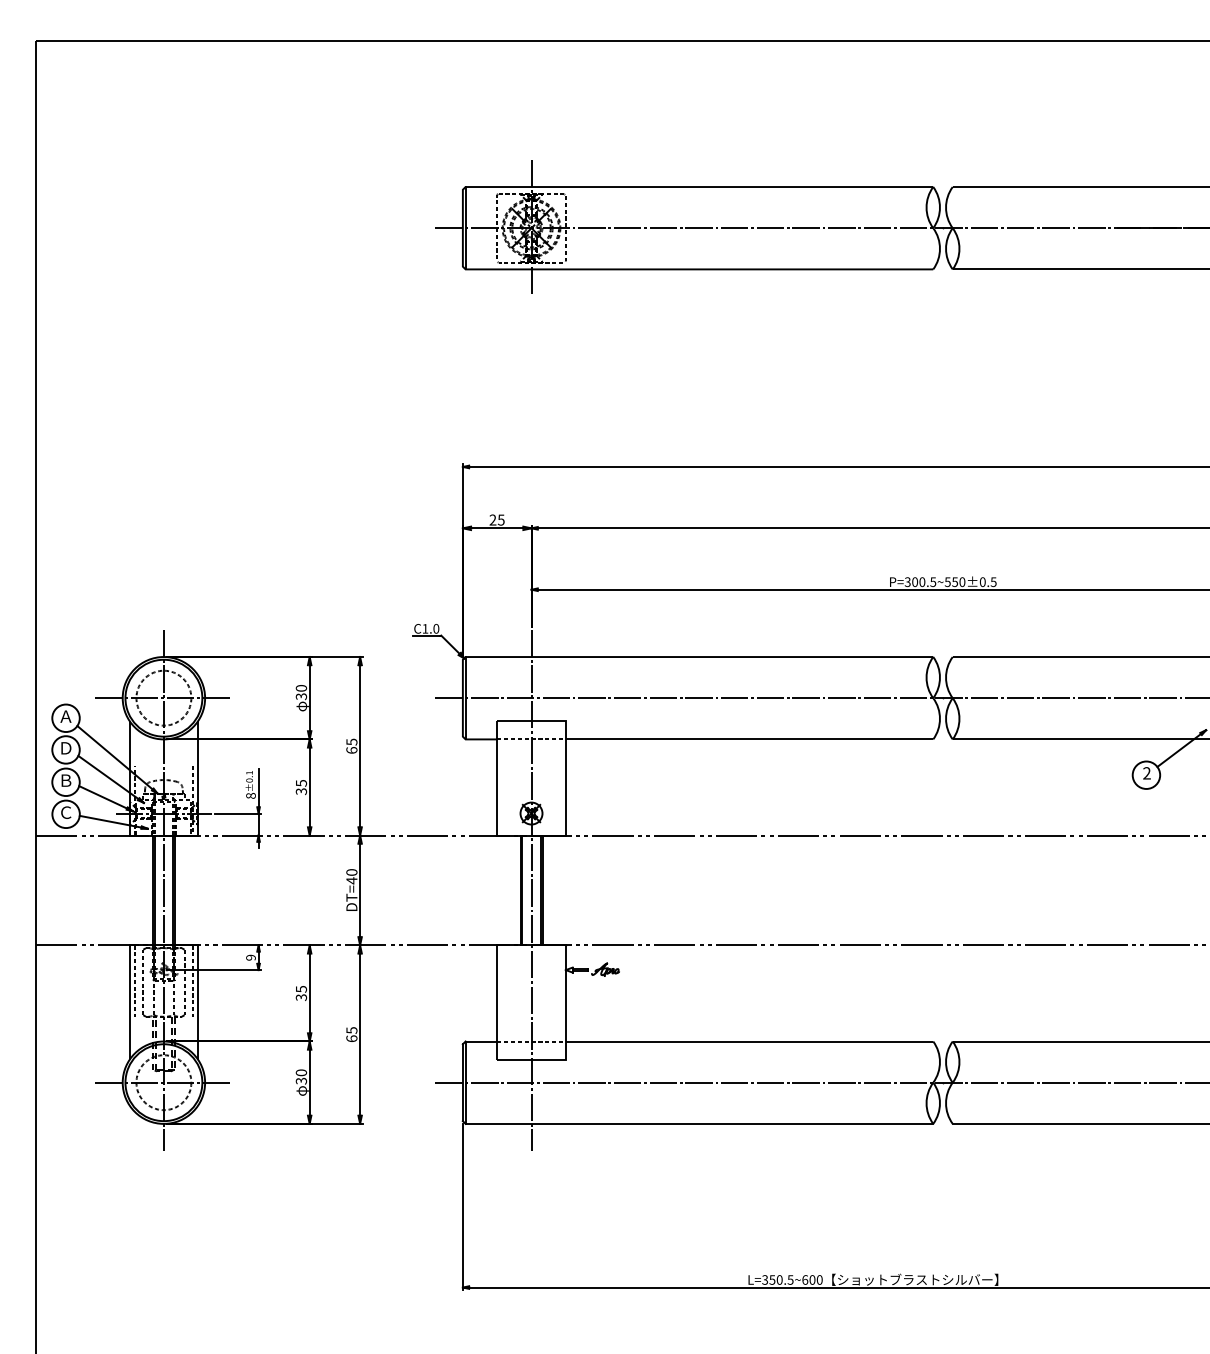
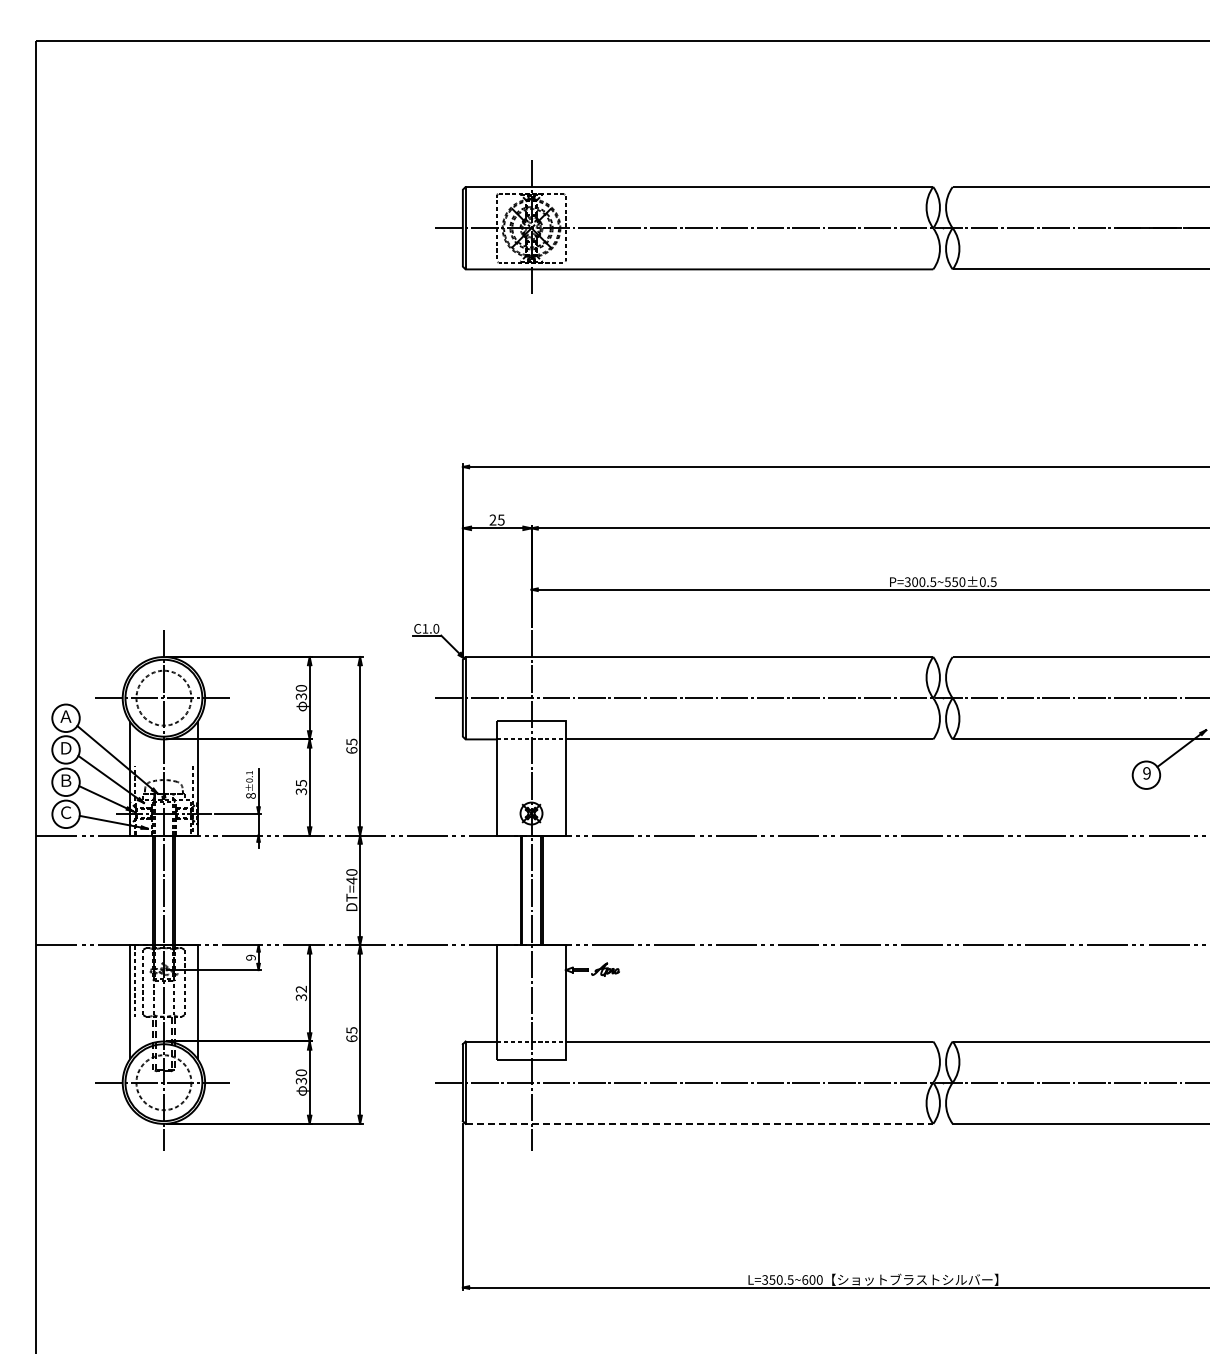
text at (1146, 773): 2 -> 9
line at (192, 981): present -> none
text at (301, 988): 35 -> 32
line at (699, 1123): solid -> dashed
